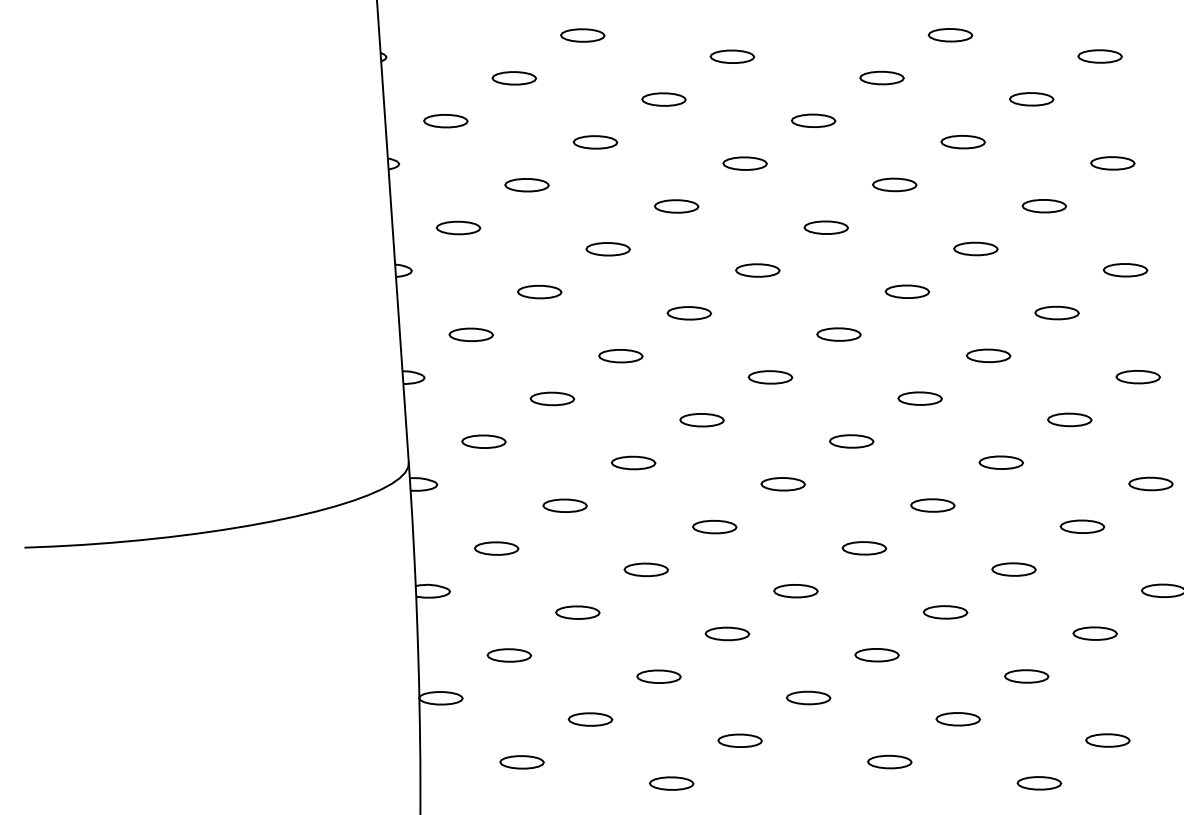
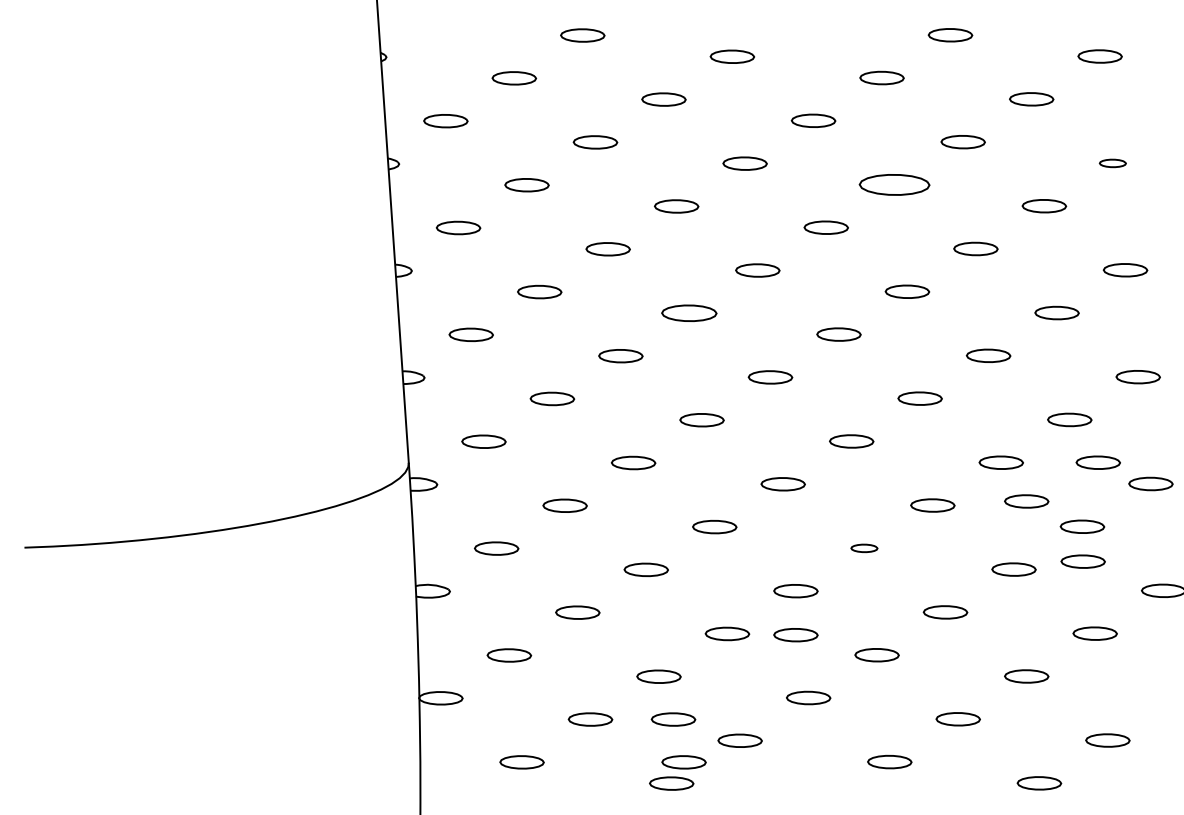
part at (1112, 163) size: 46x15 px -> 29x11 px
part at (894, 184) size: 46x16 px -> 73x22 px
part at (689, 313) size: 47x15 px -> 57x18 px
part at (1097, 462): none -> present
part at (1026, 501): none -> present
part at (864, 548) size: 47x15 px -> 29x11 px
part at (1082, 561): none -> present
part at (795, 635): none -> present
part at (673, 719): none -> present
part at (683, 762): none -> present
